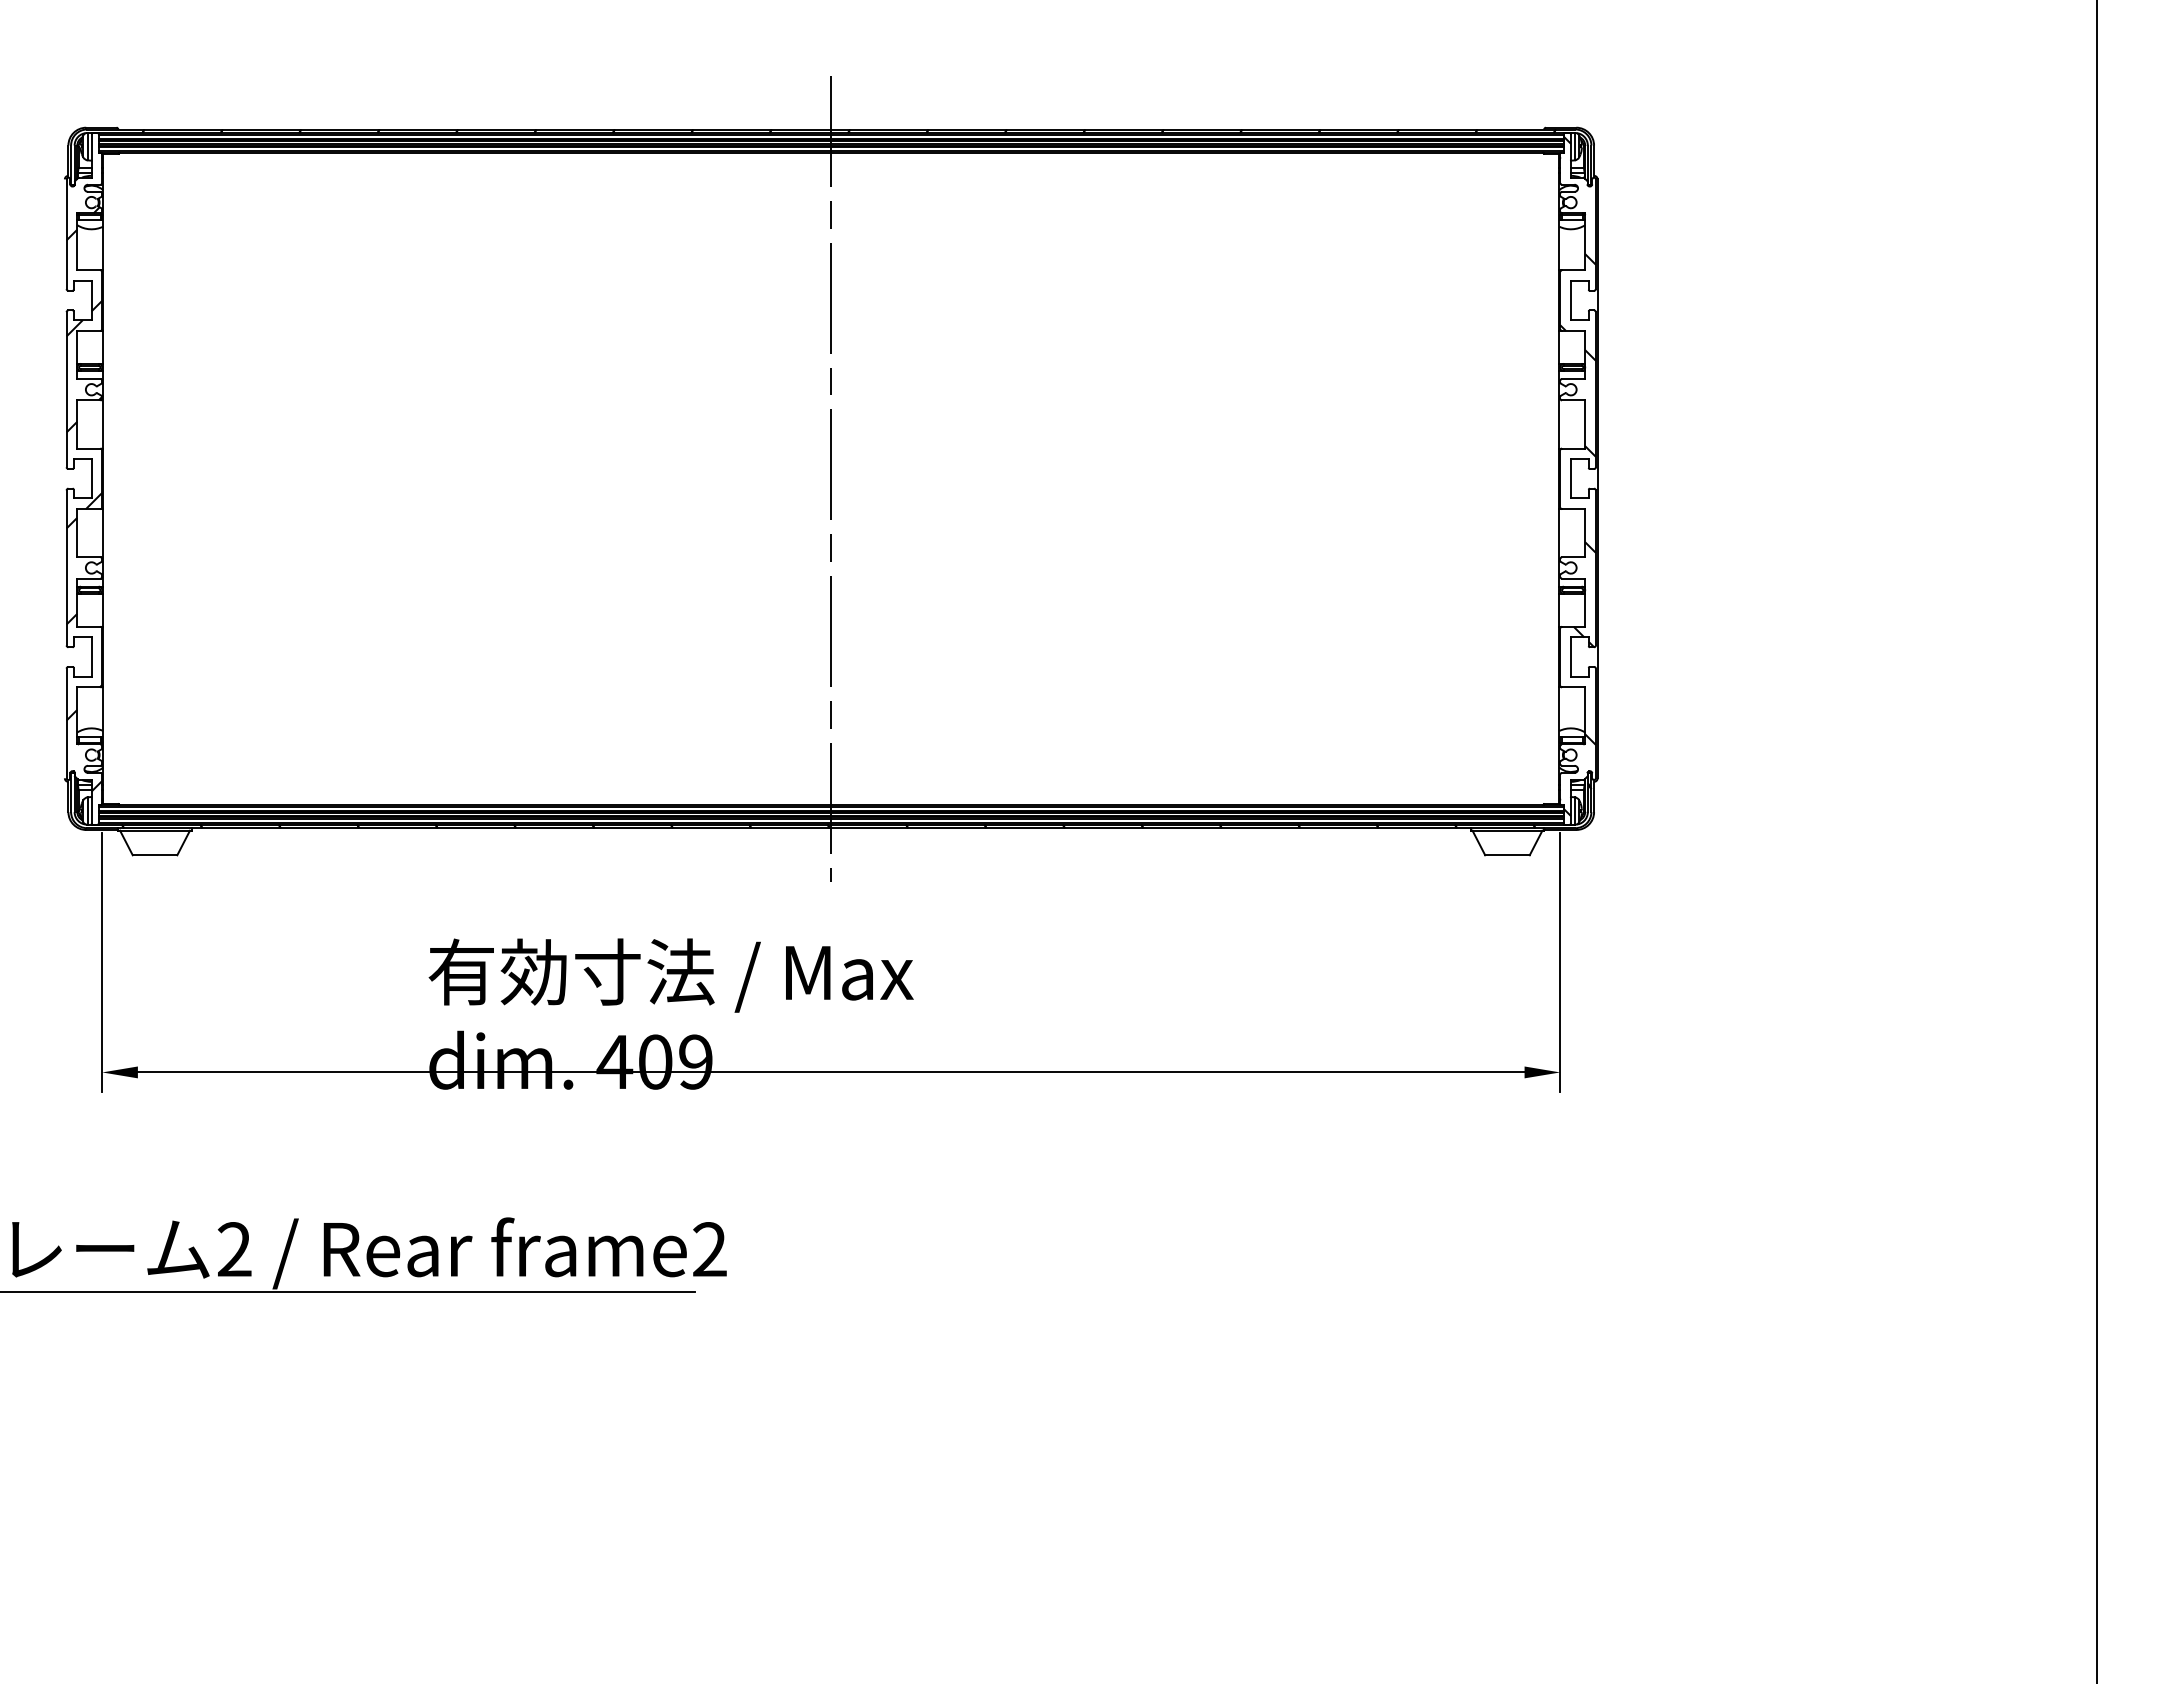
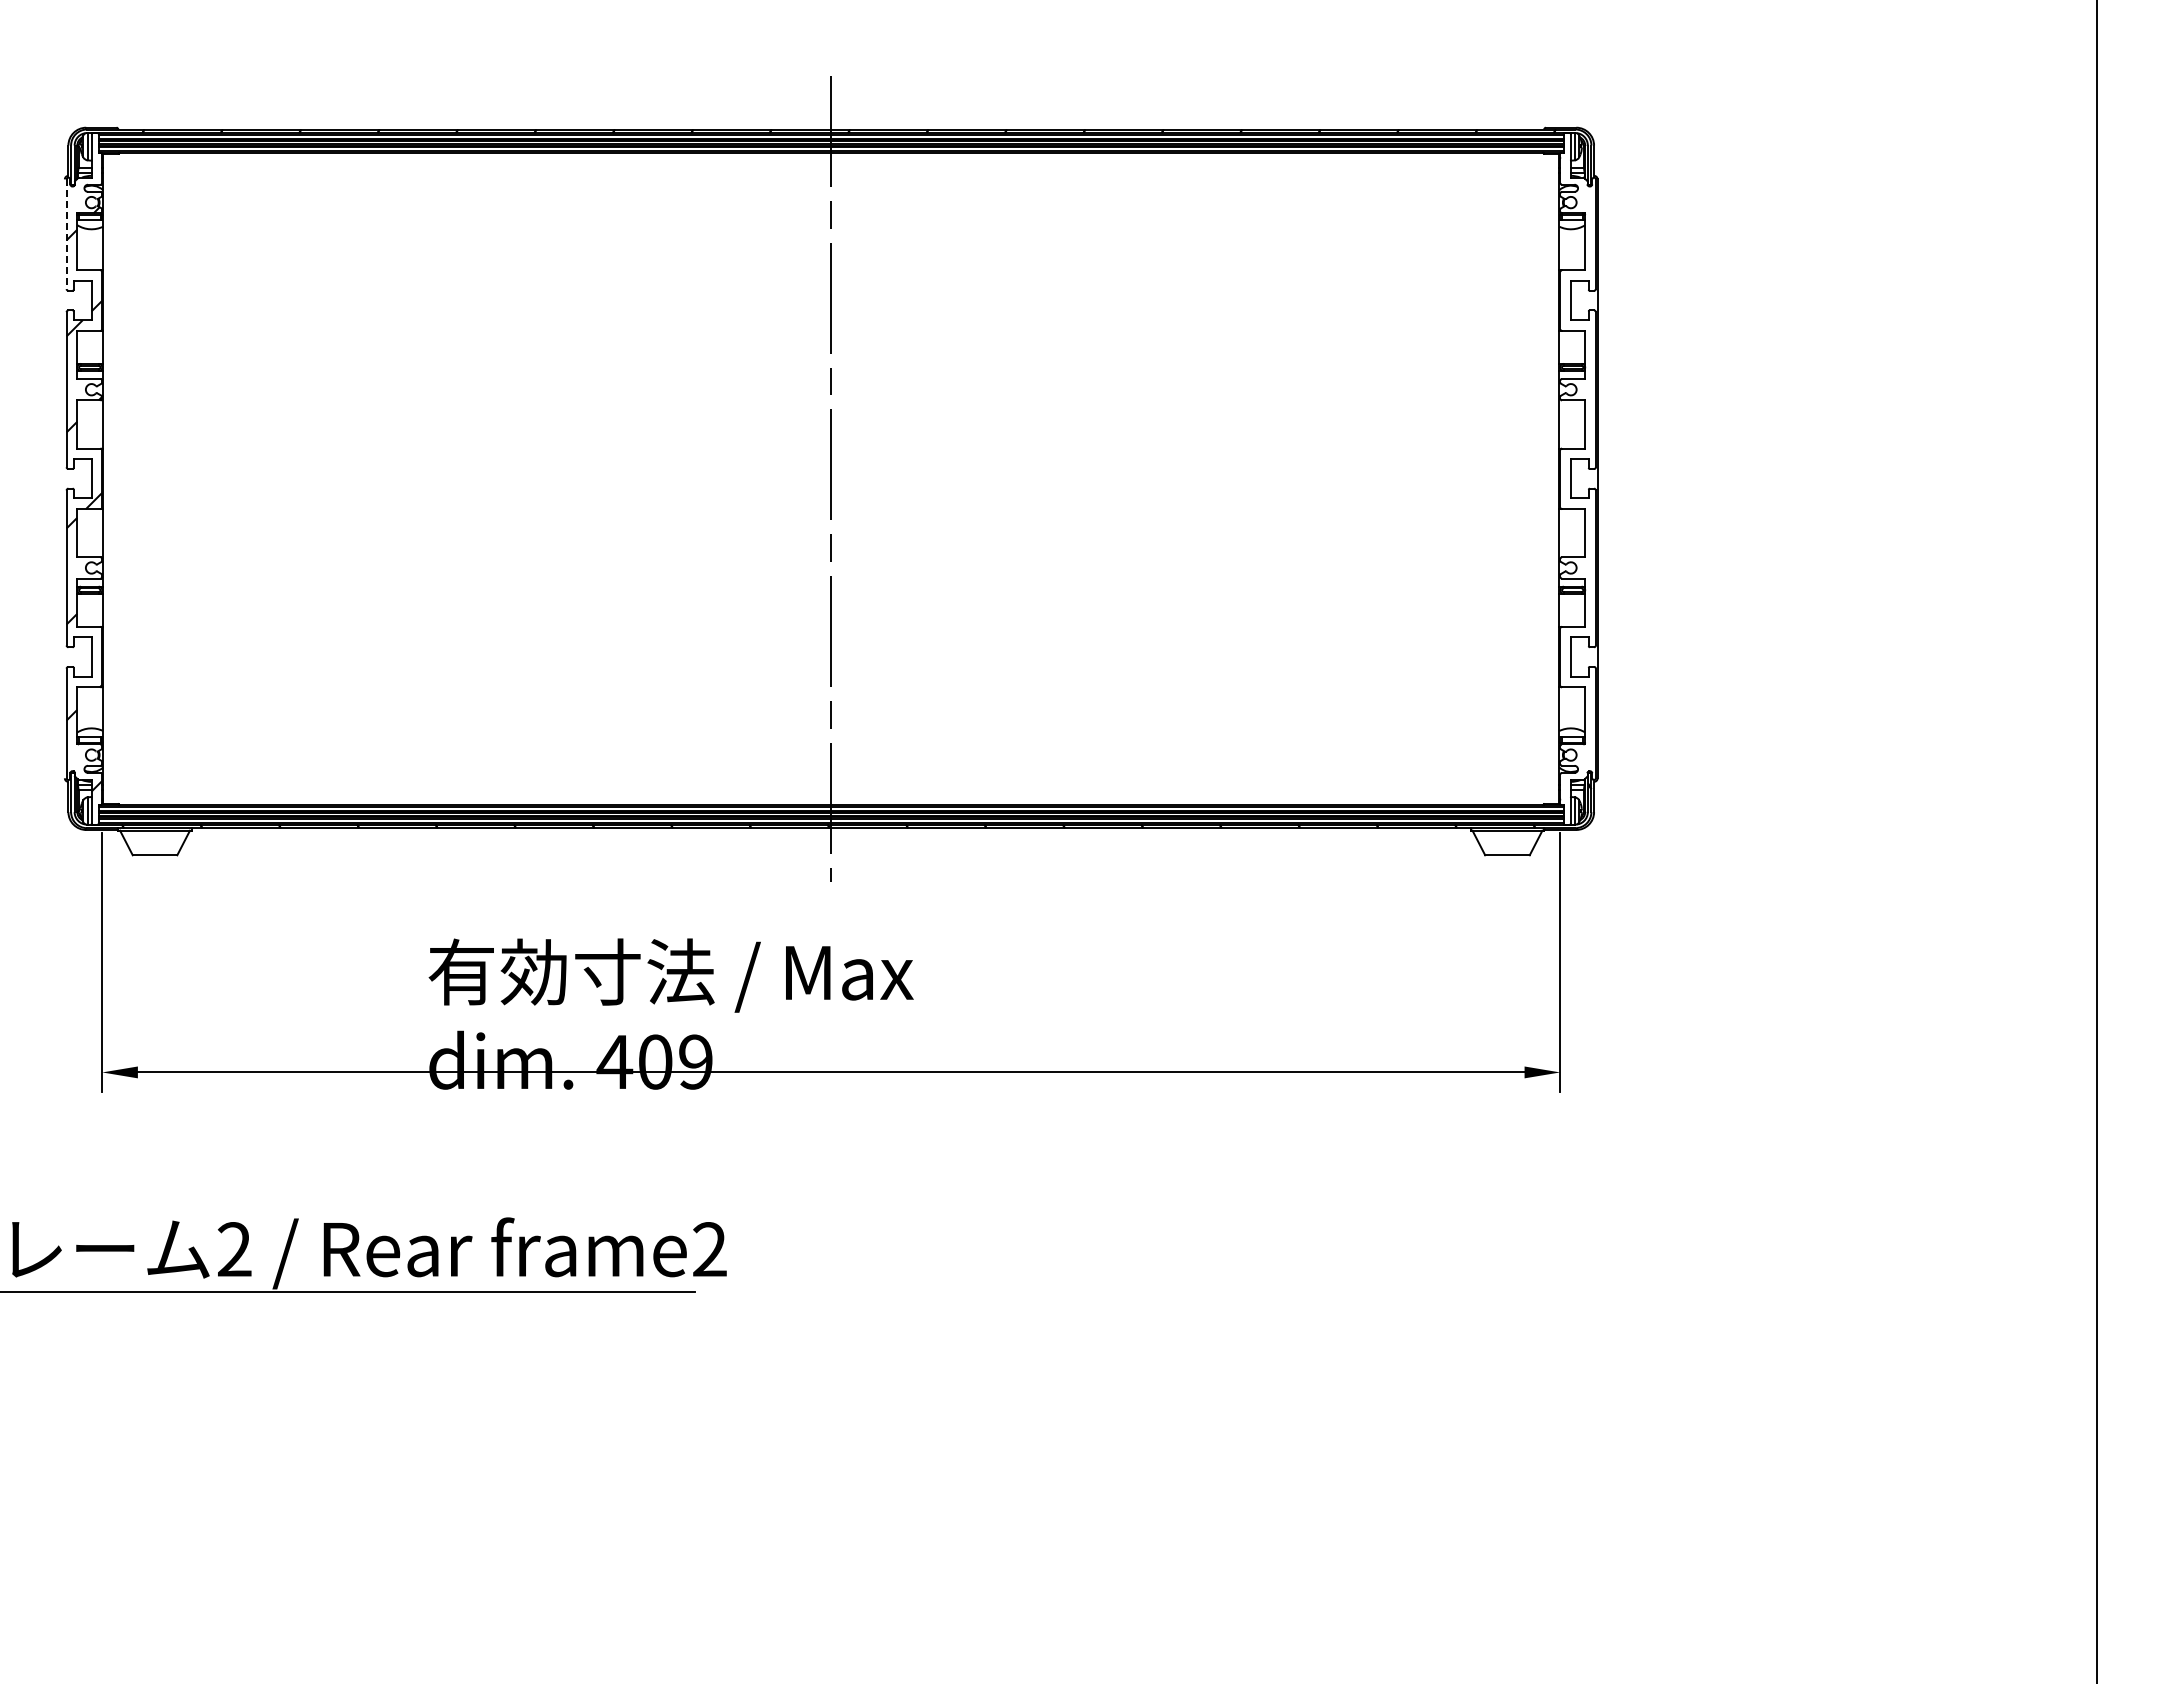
line at (66, 234): solid -> dashed
hatch at (1577, 476): present -> none
